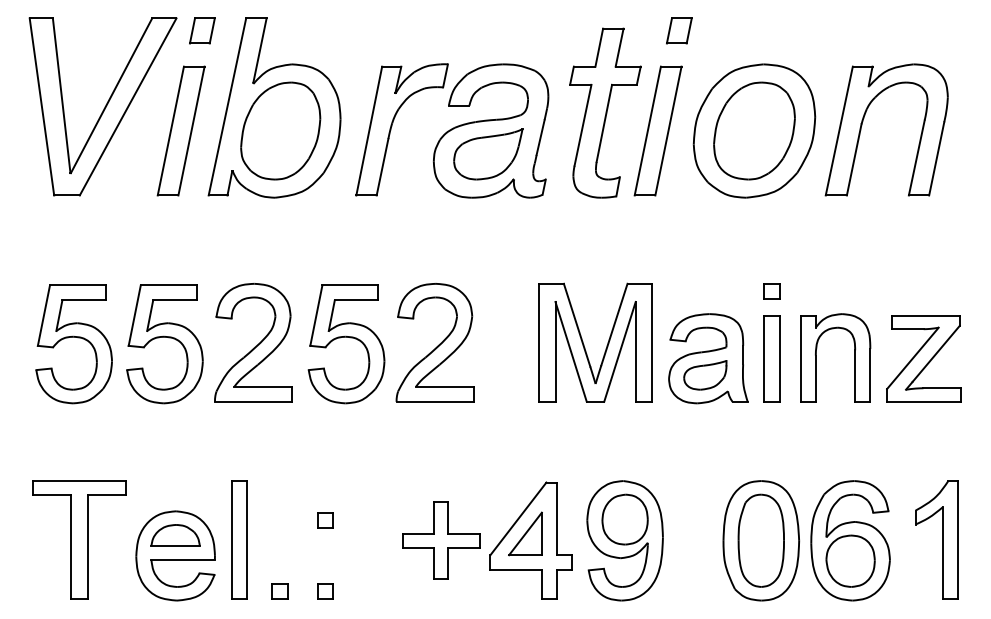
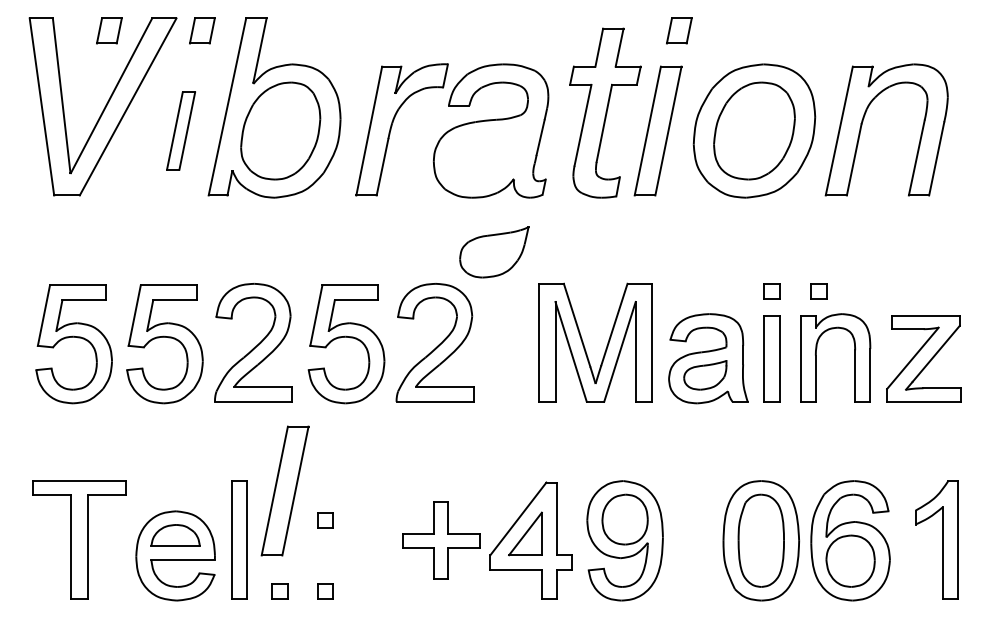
part at (109, 30): none -> present
part at (180, 130) size: 50x132 px -> 30x80 px
part at (488, 154) position: (488, 154) -> (494, 252)
part at (818, 291): none -> present
part at (284, 490): none -> present
